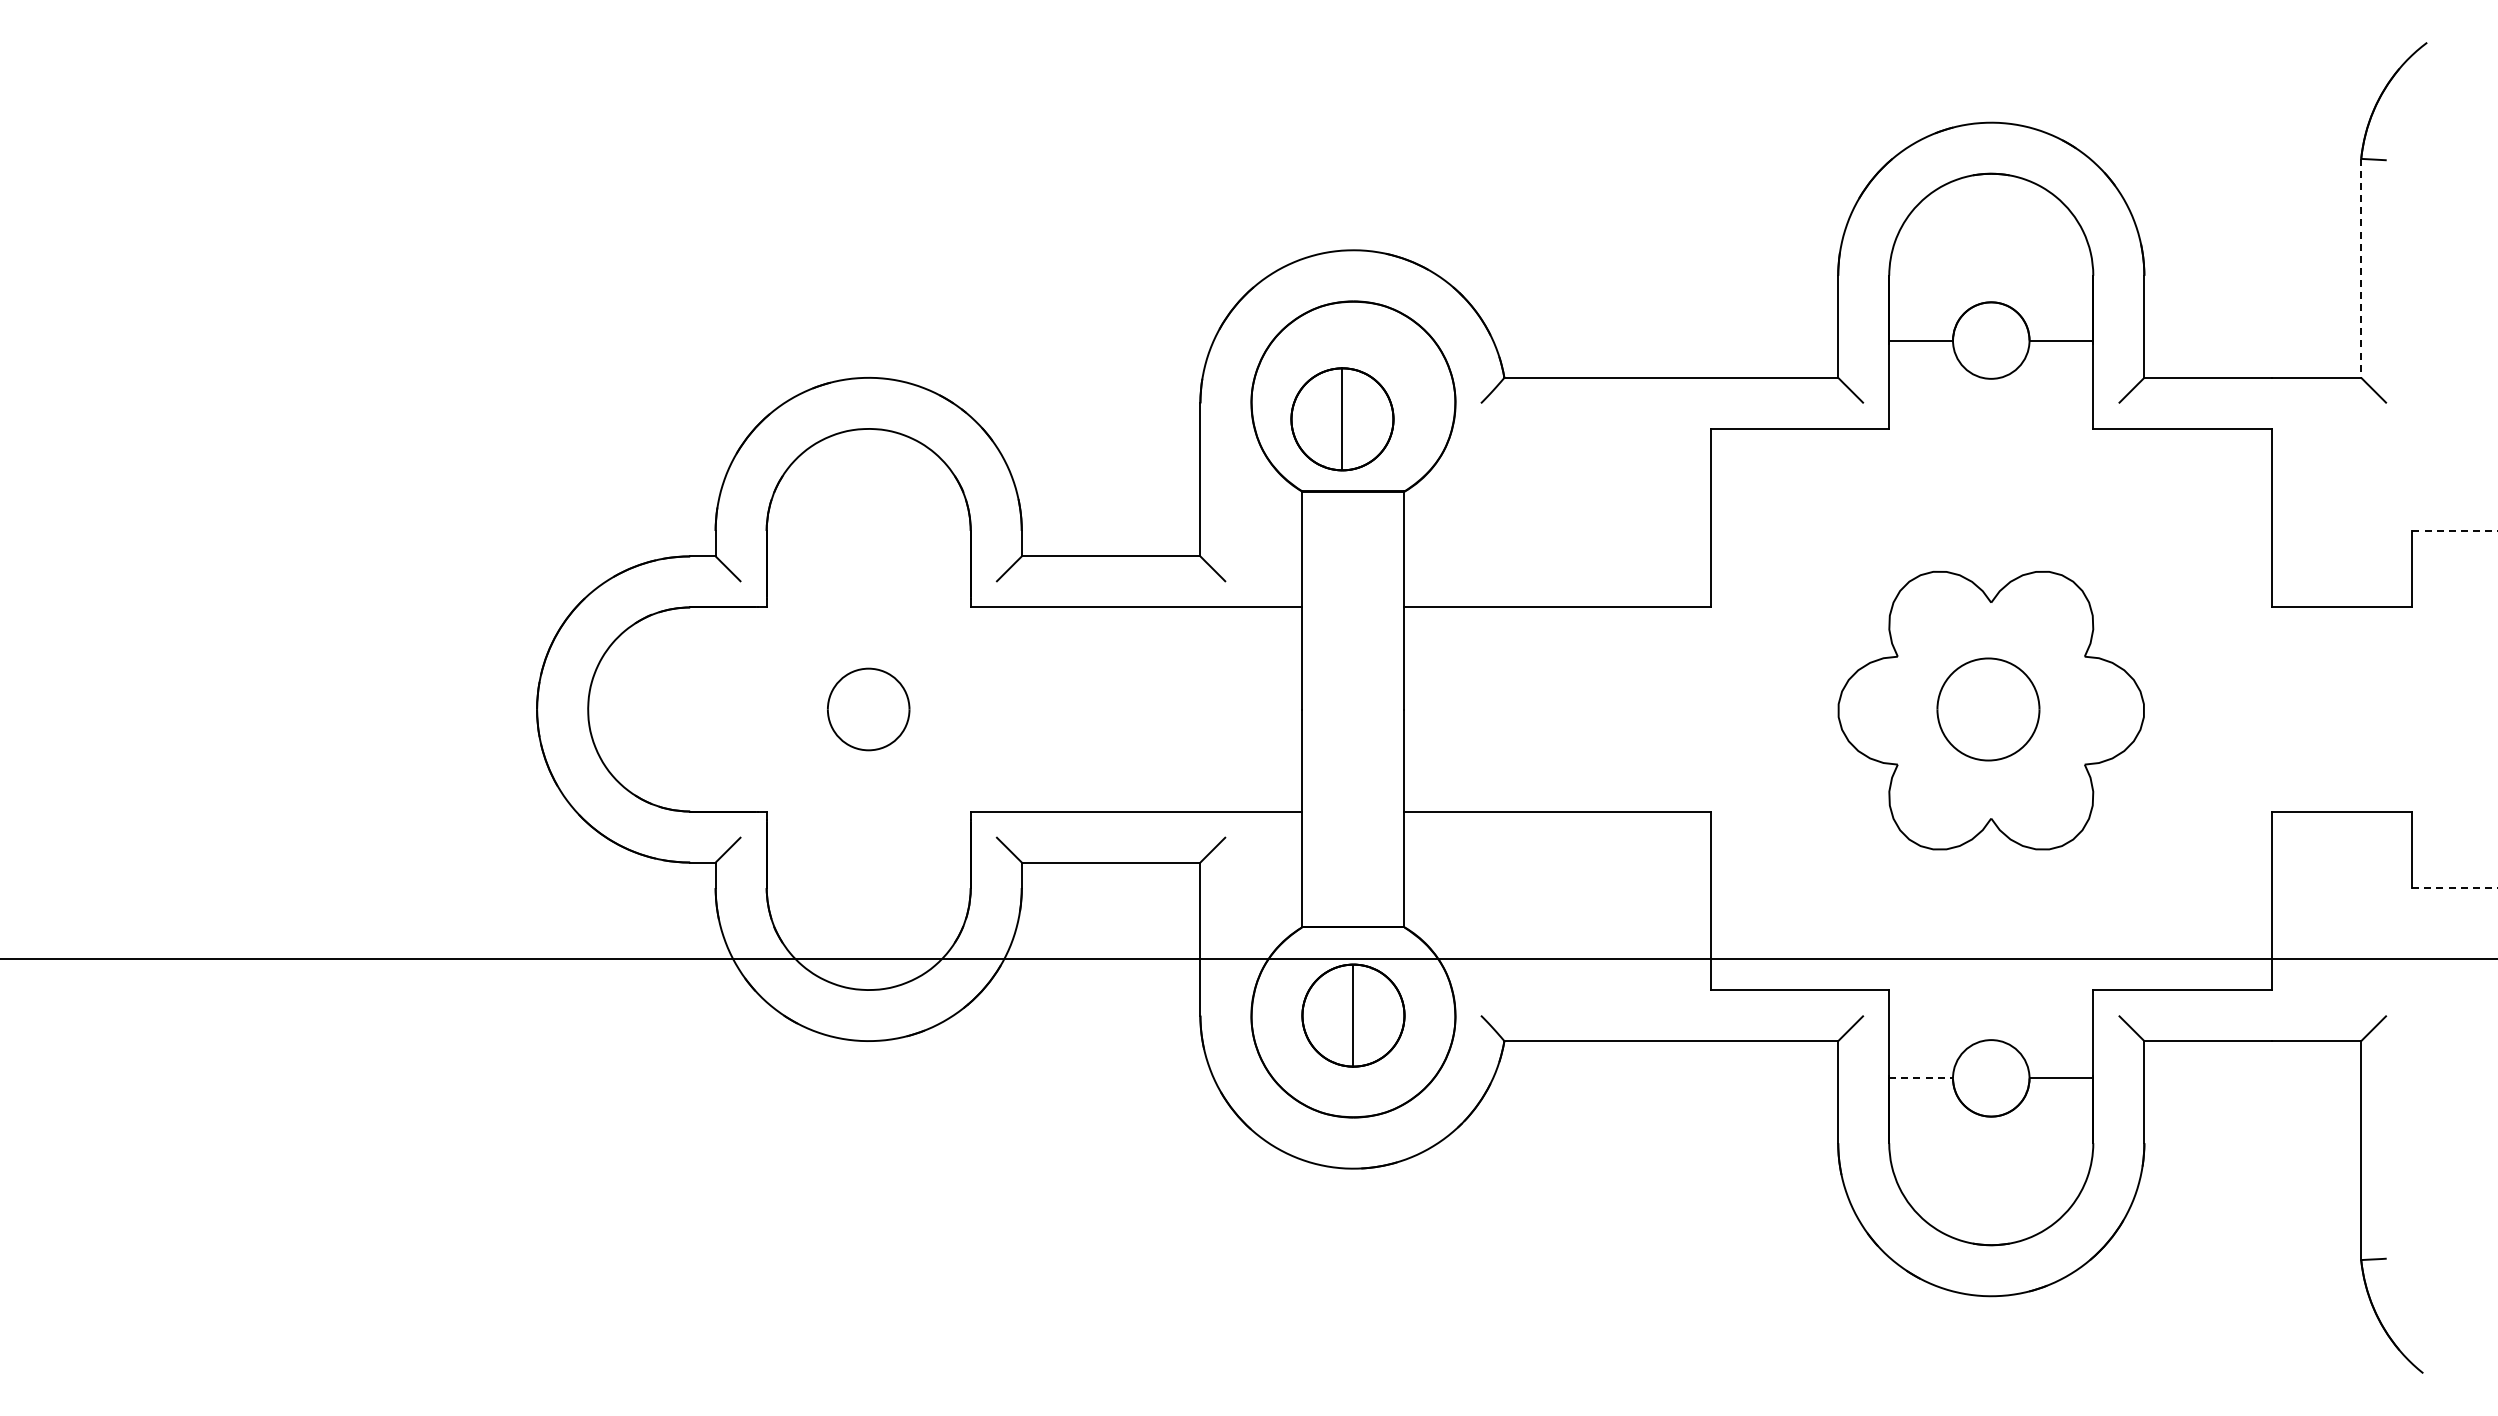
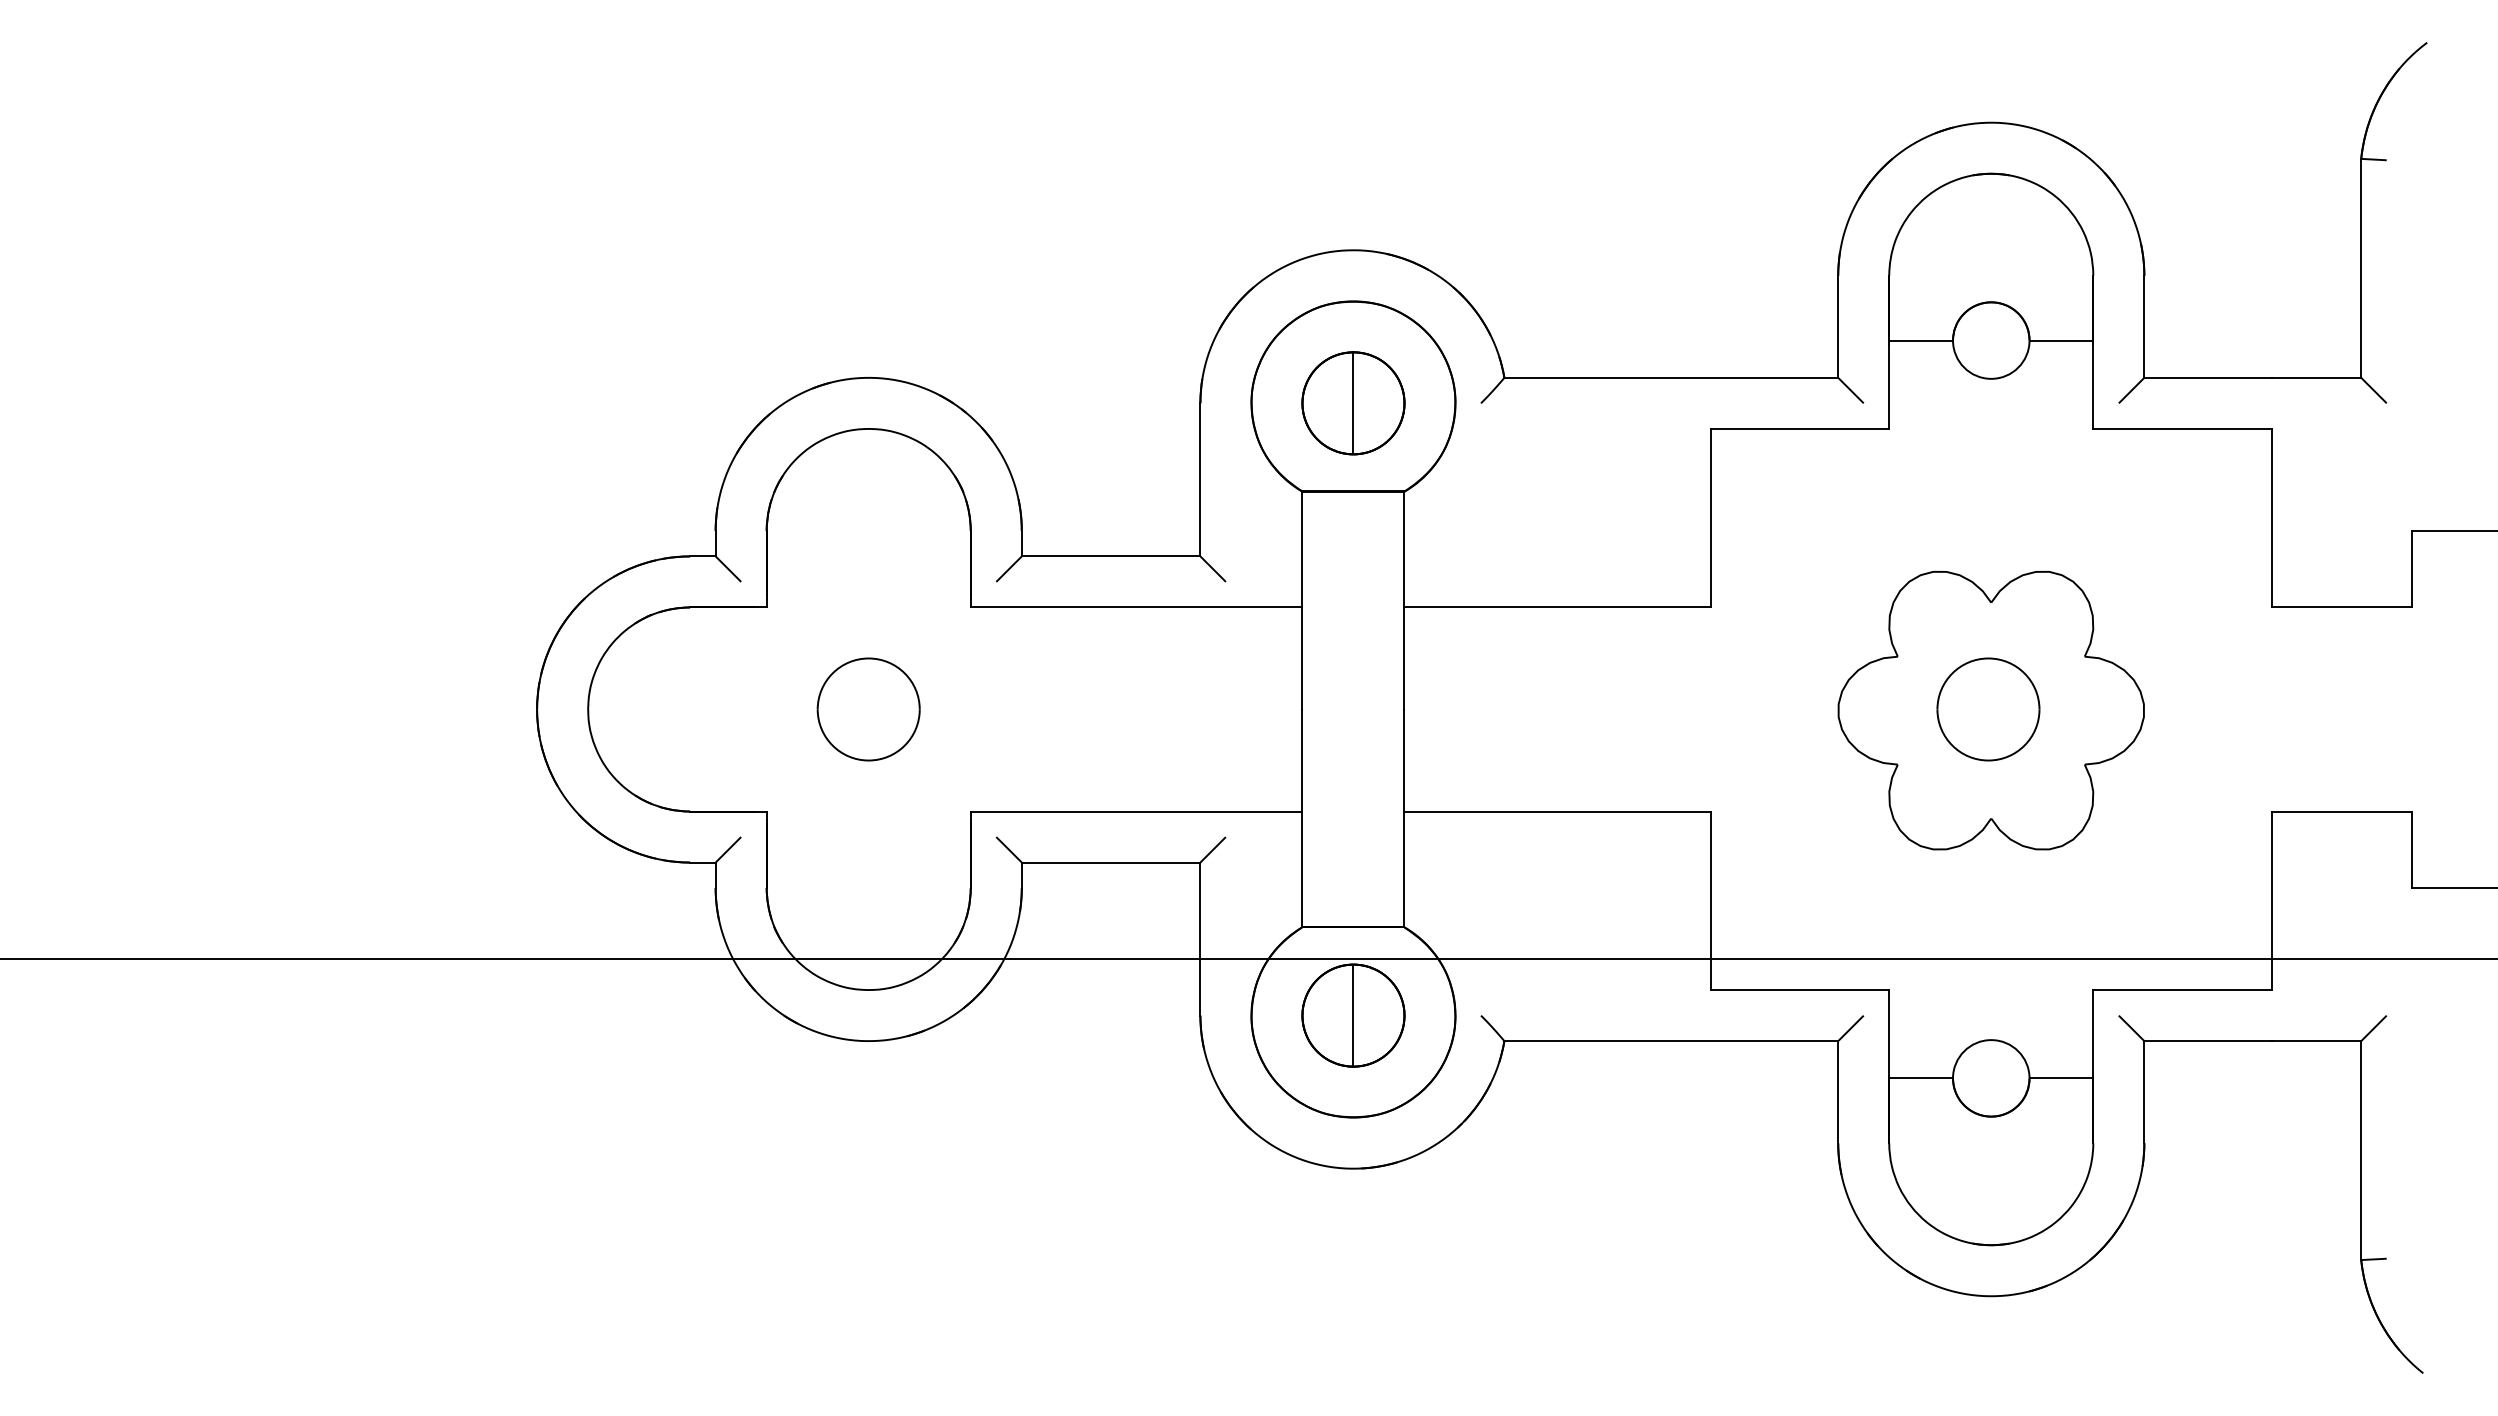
line at (2361, 268): dashed -> solid
part at (1342, 419) position: (1342, 419) -> (1353, 403)
line at (2455, 530): dashed -> solid
part at (868, 709) size: 84x85 px -> 105x105 px
line at (2455, 888): dashed -> solid
line at (1921, 1078): dashed -> solid
